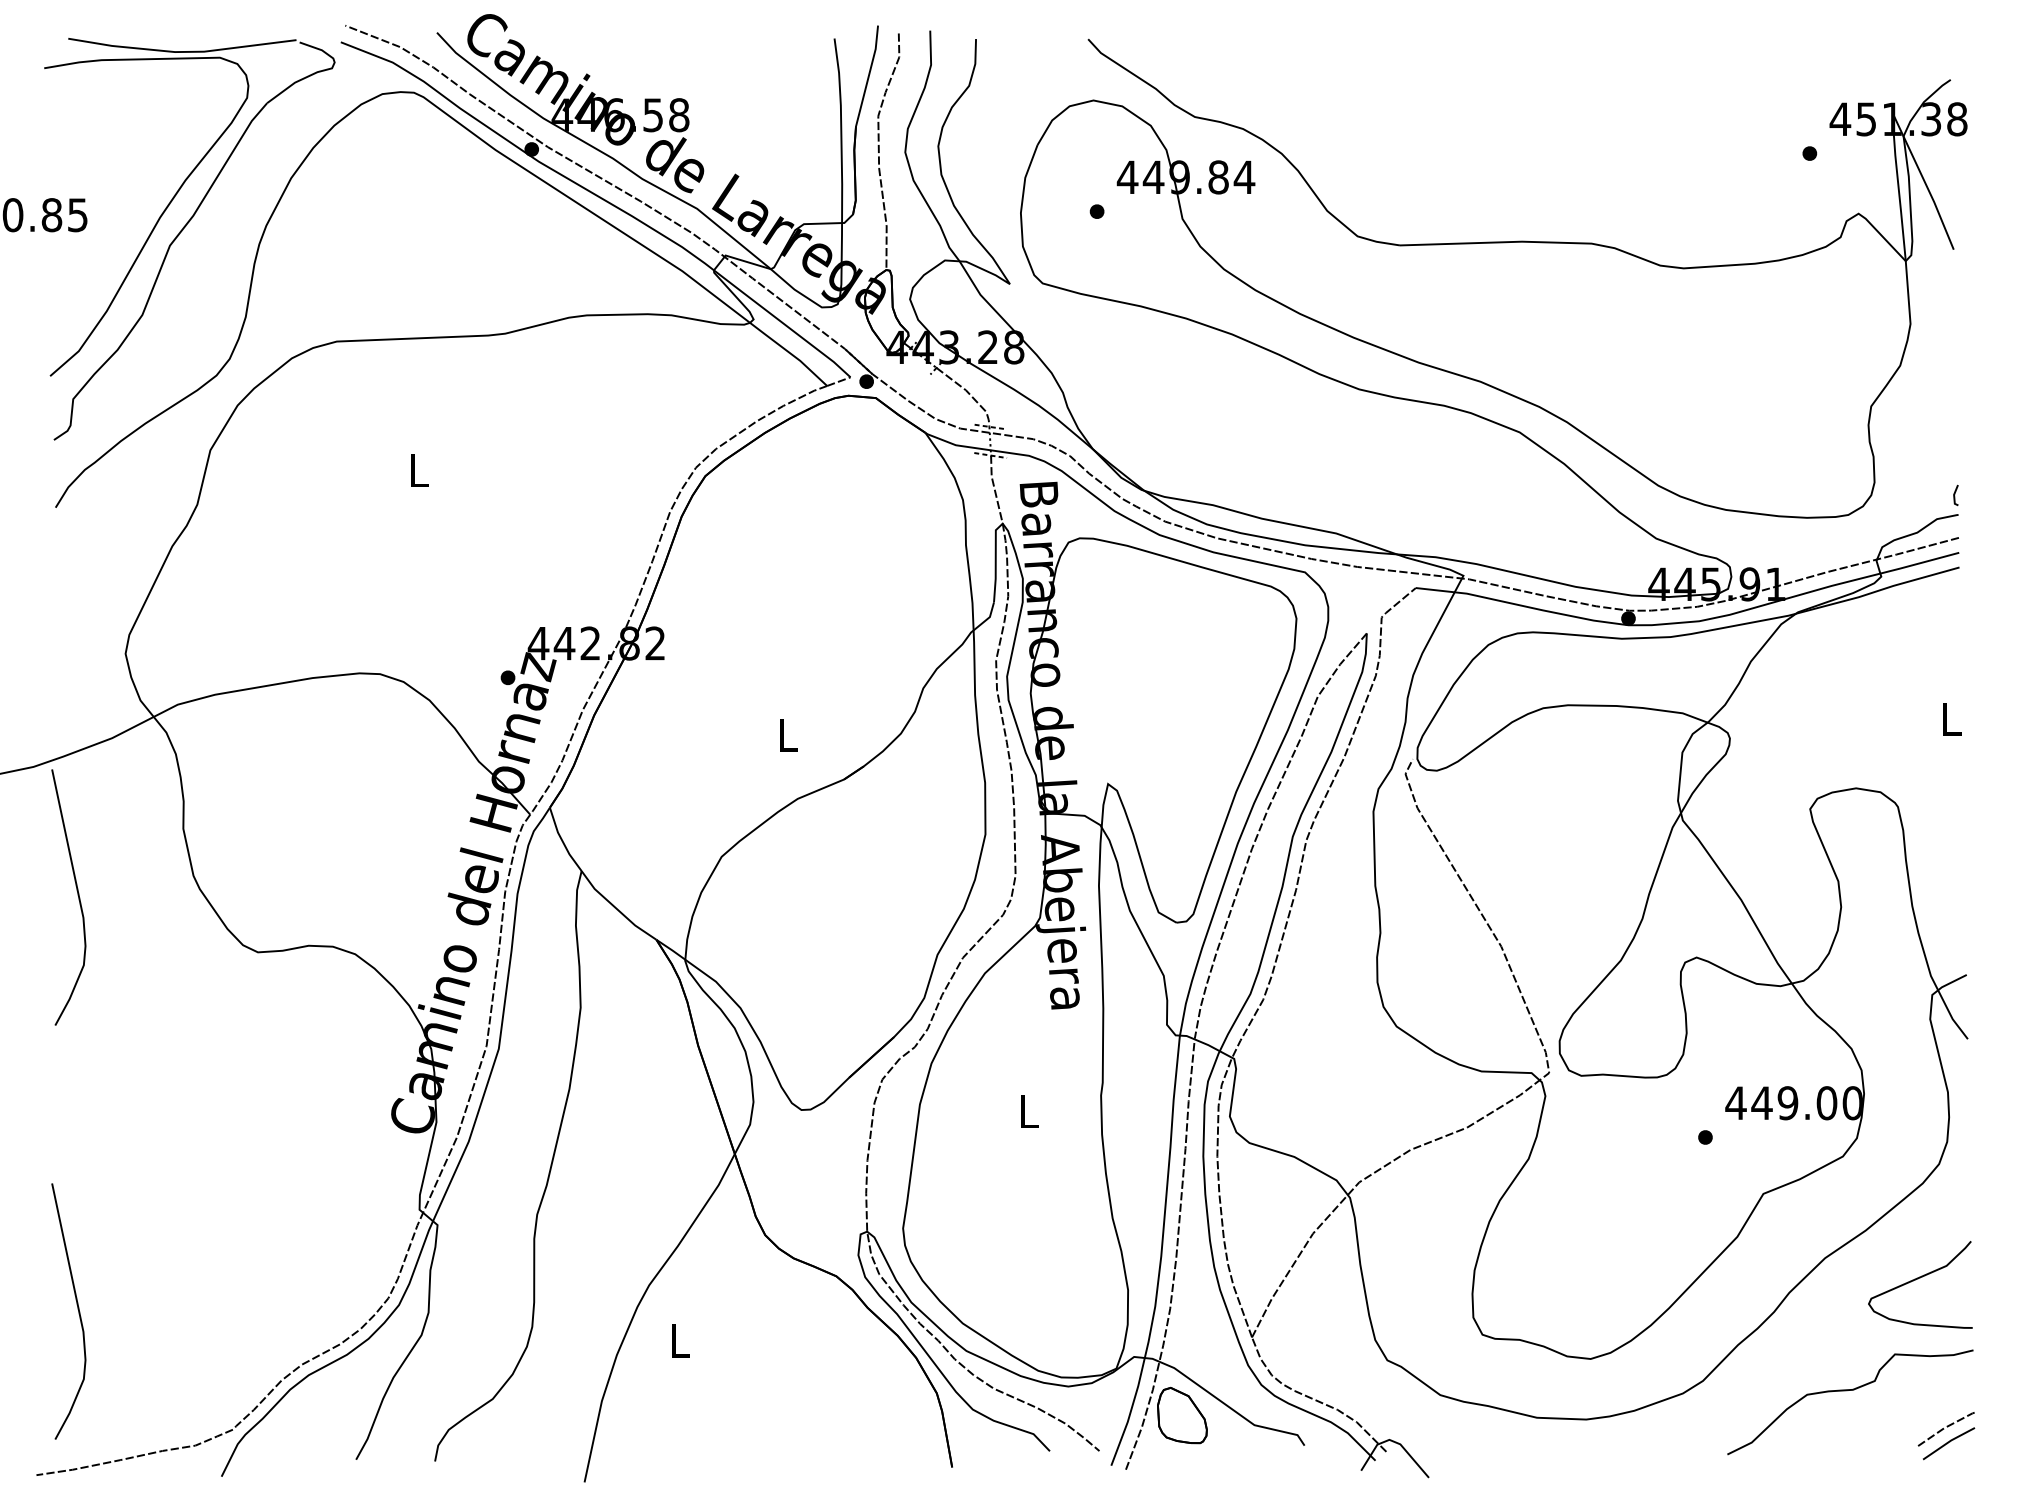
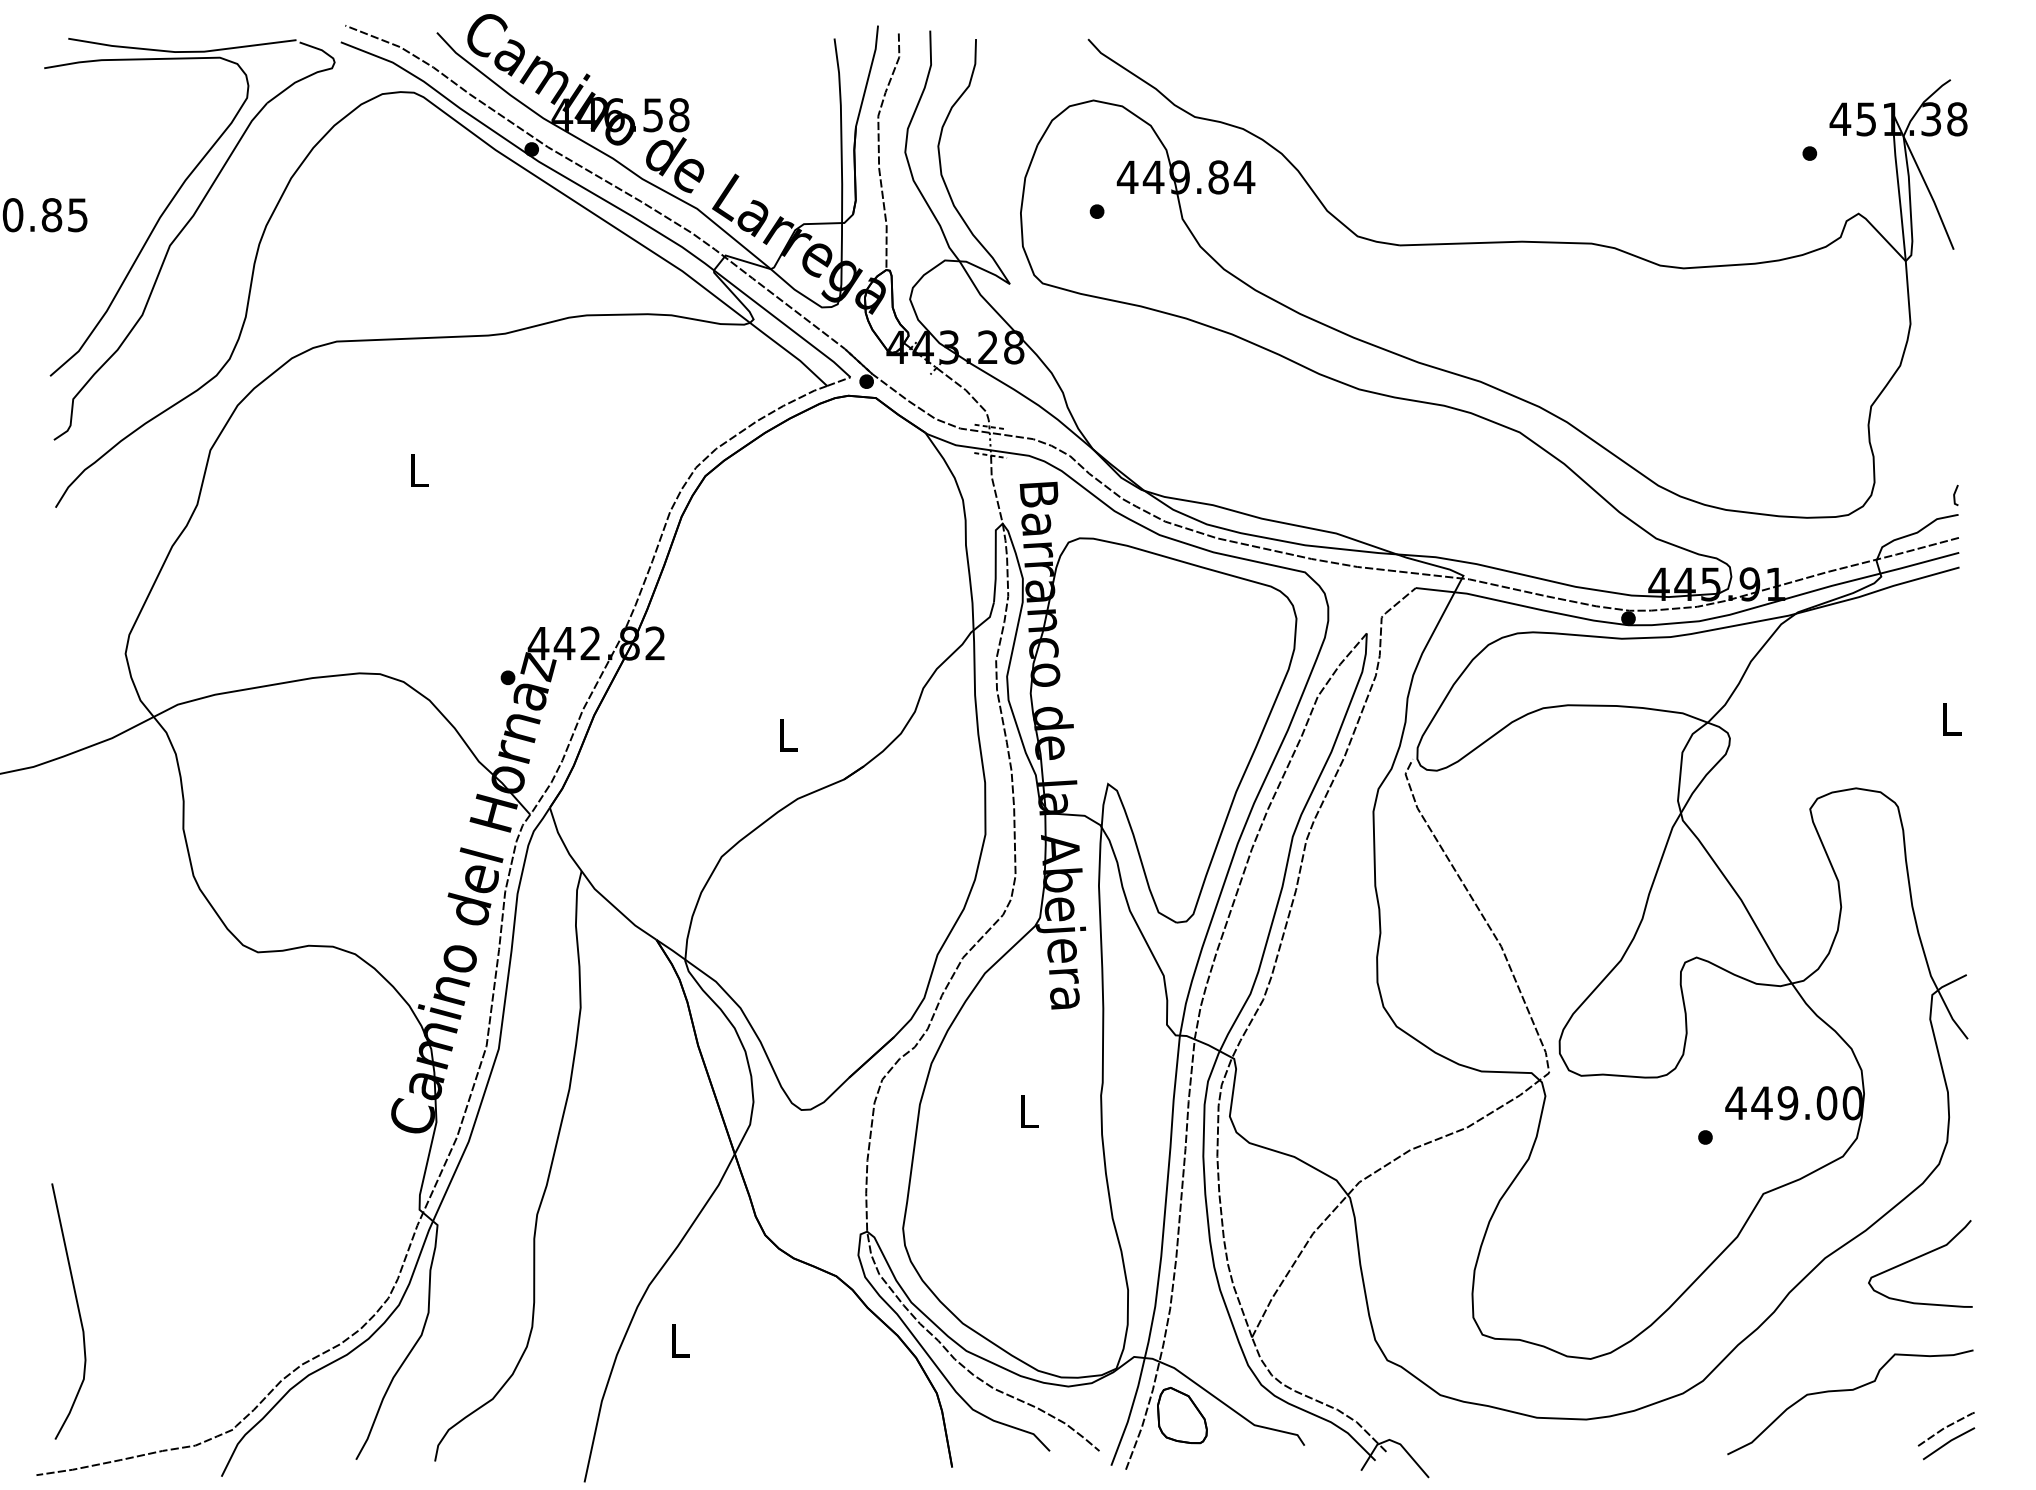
curve at (77, 895): present -> none
curve at (1918, 1279) position: (1918, 1279) -> (1918, 1258)
